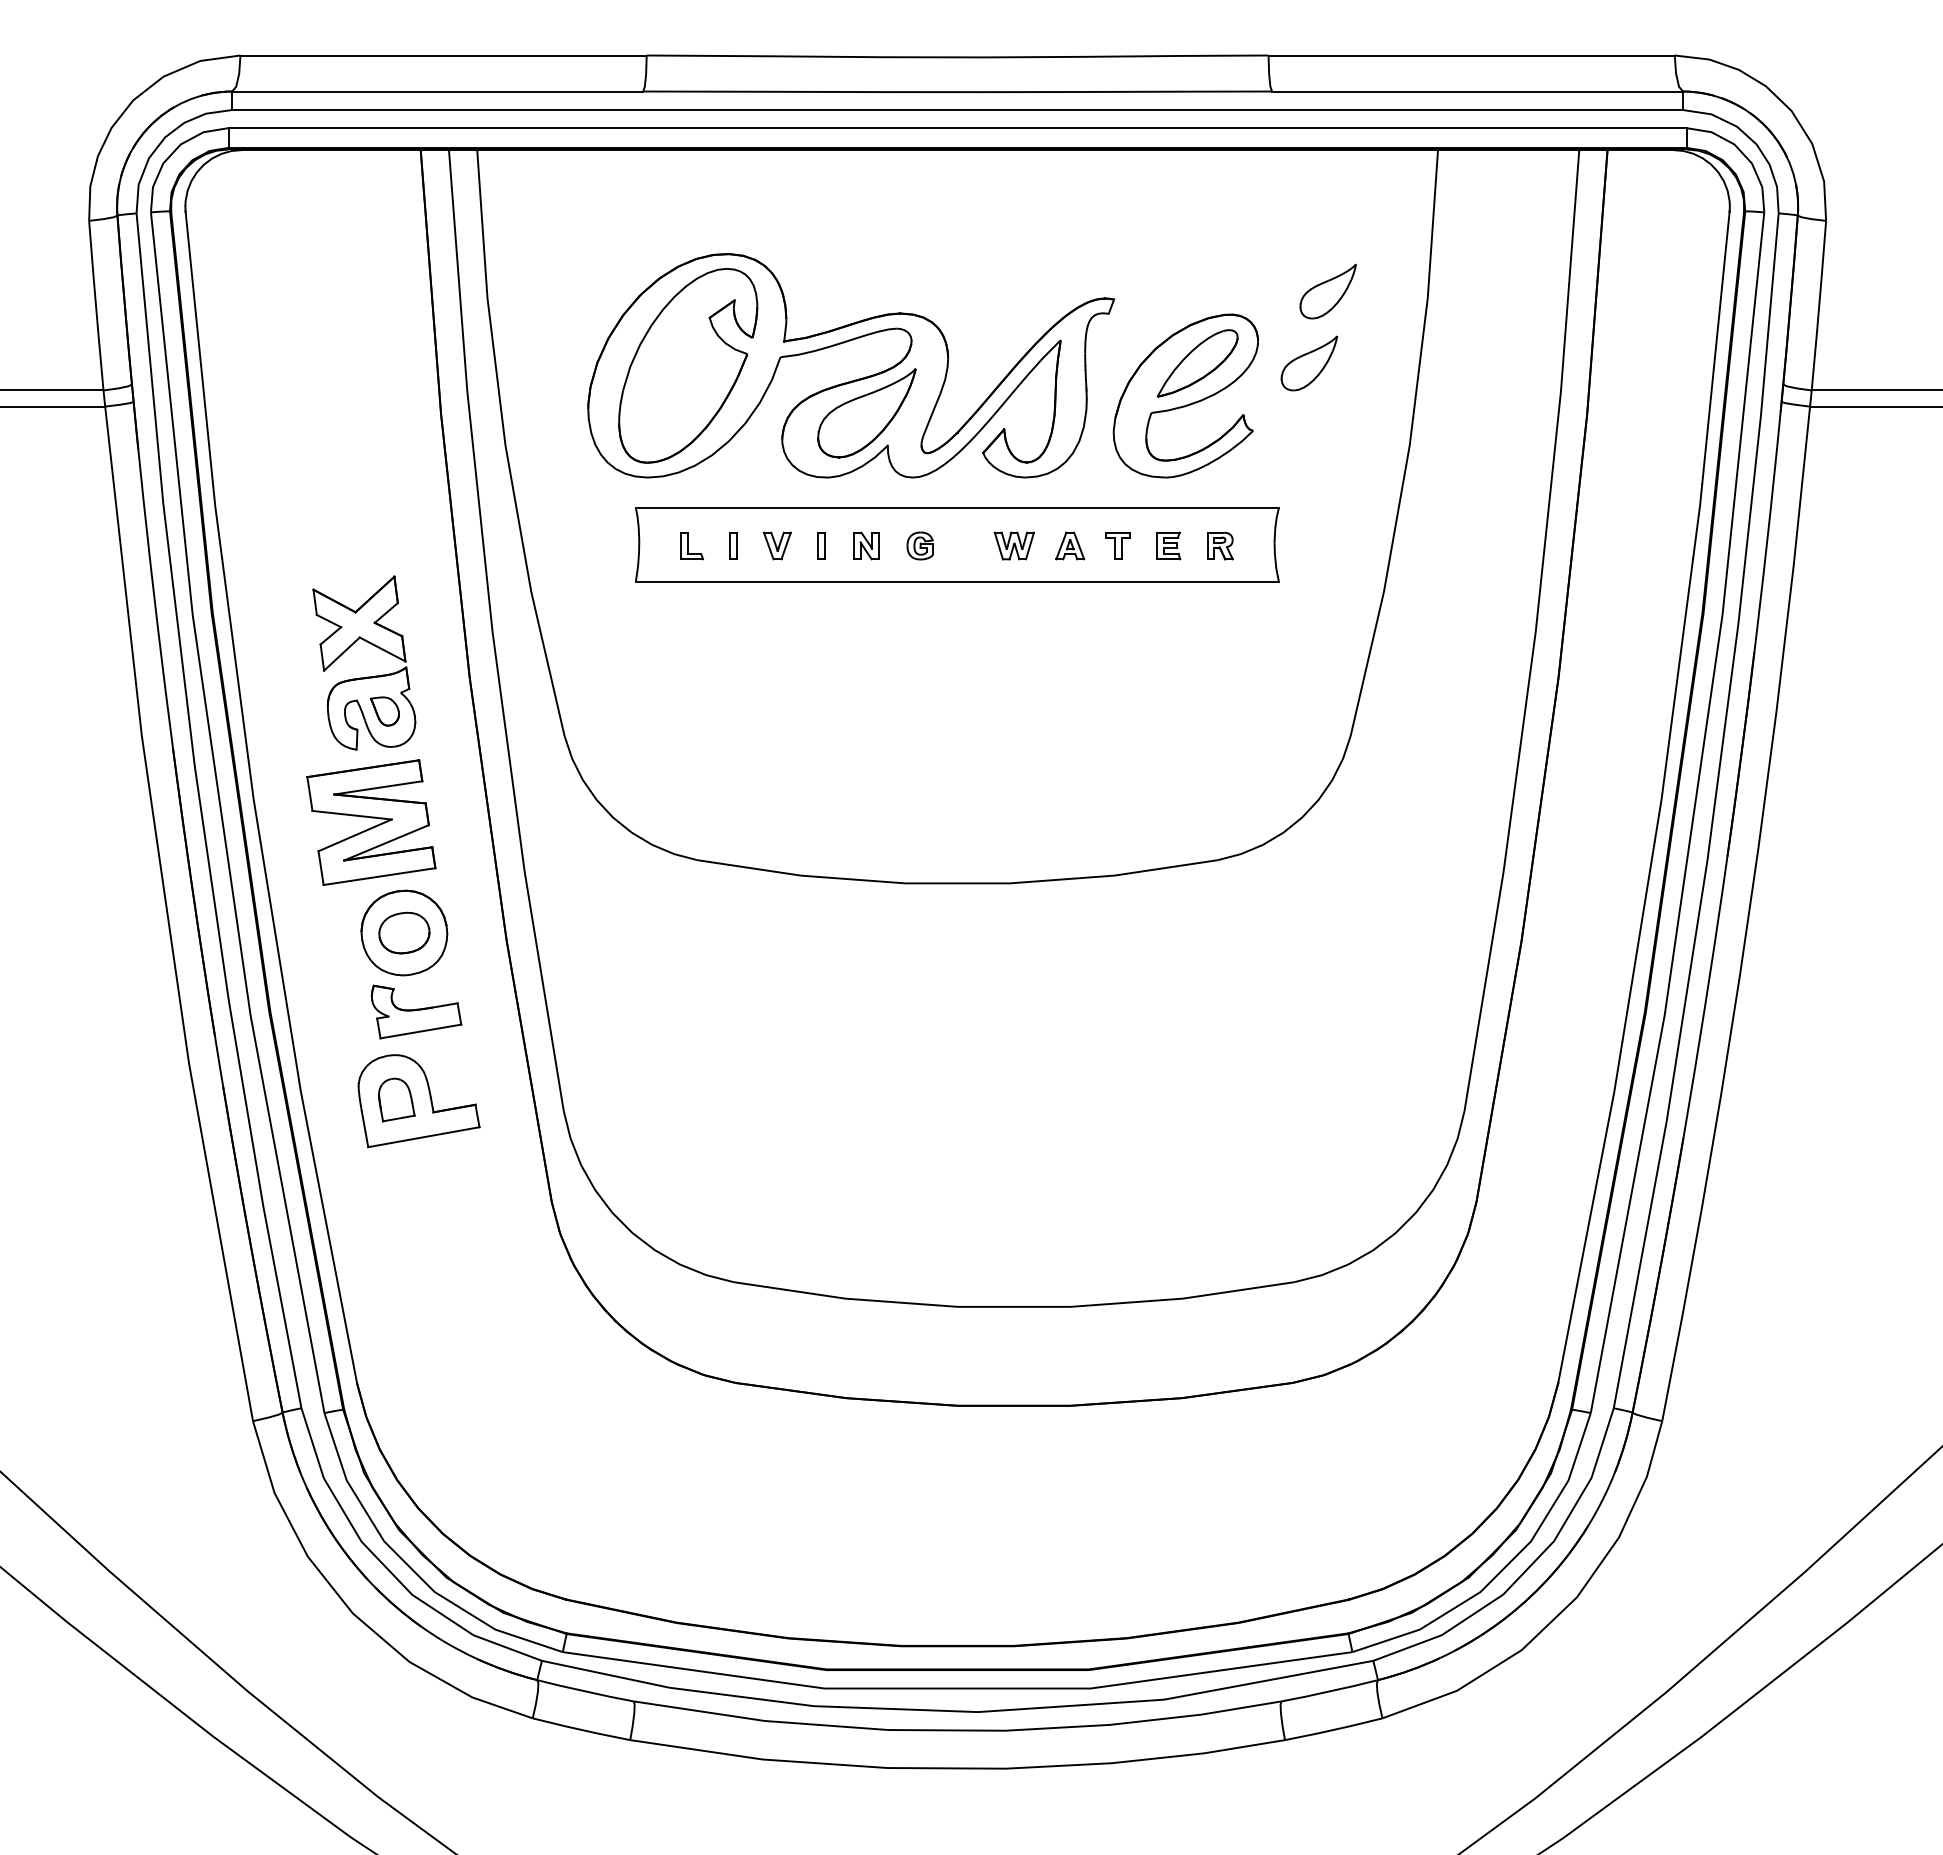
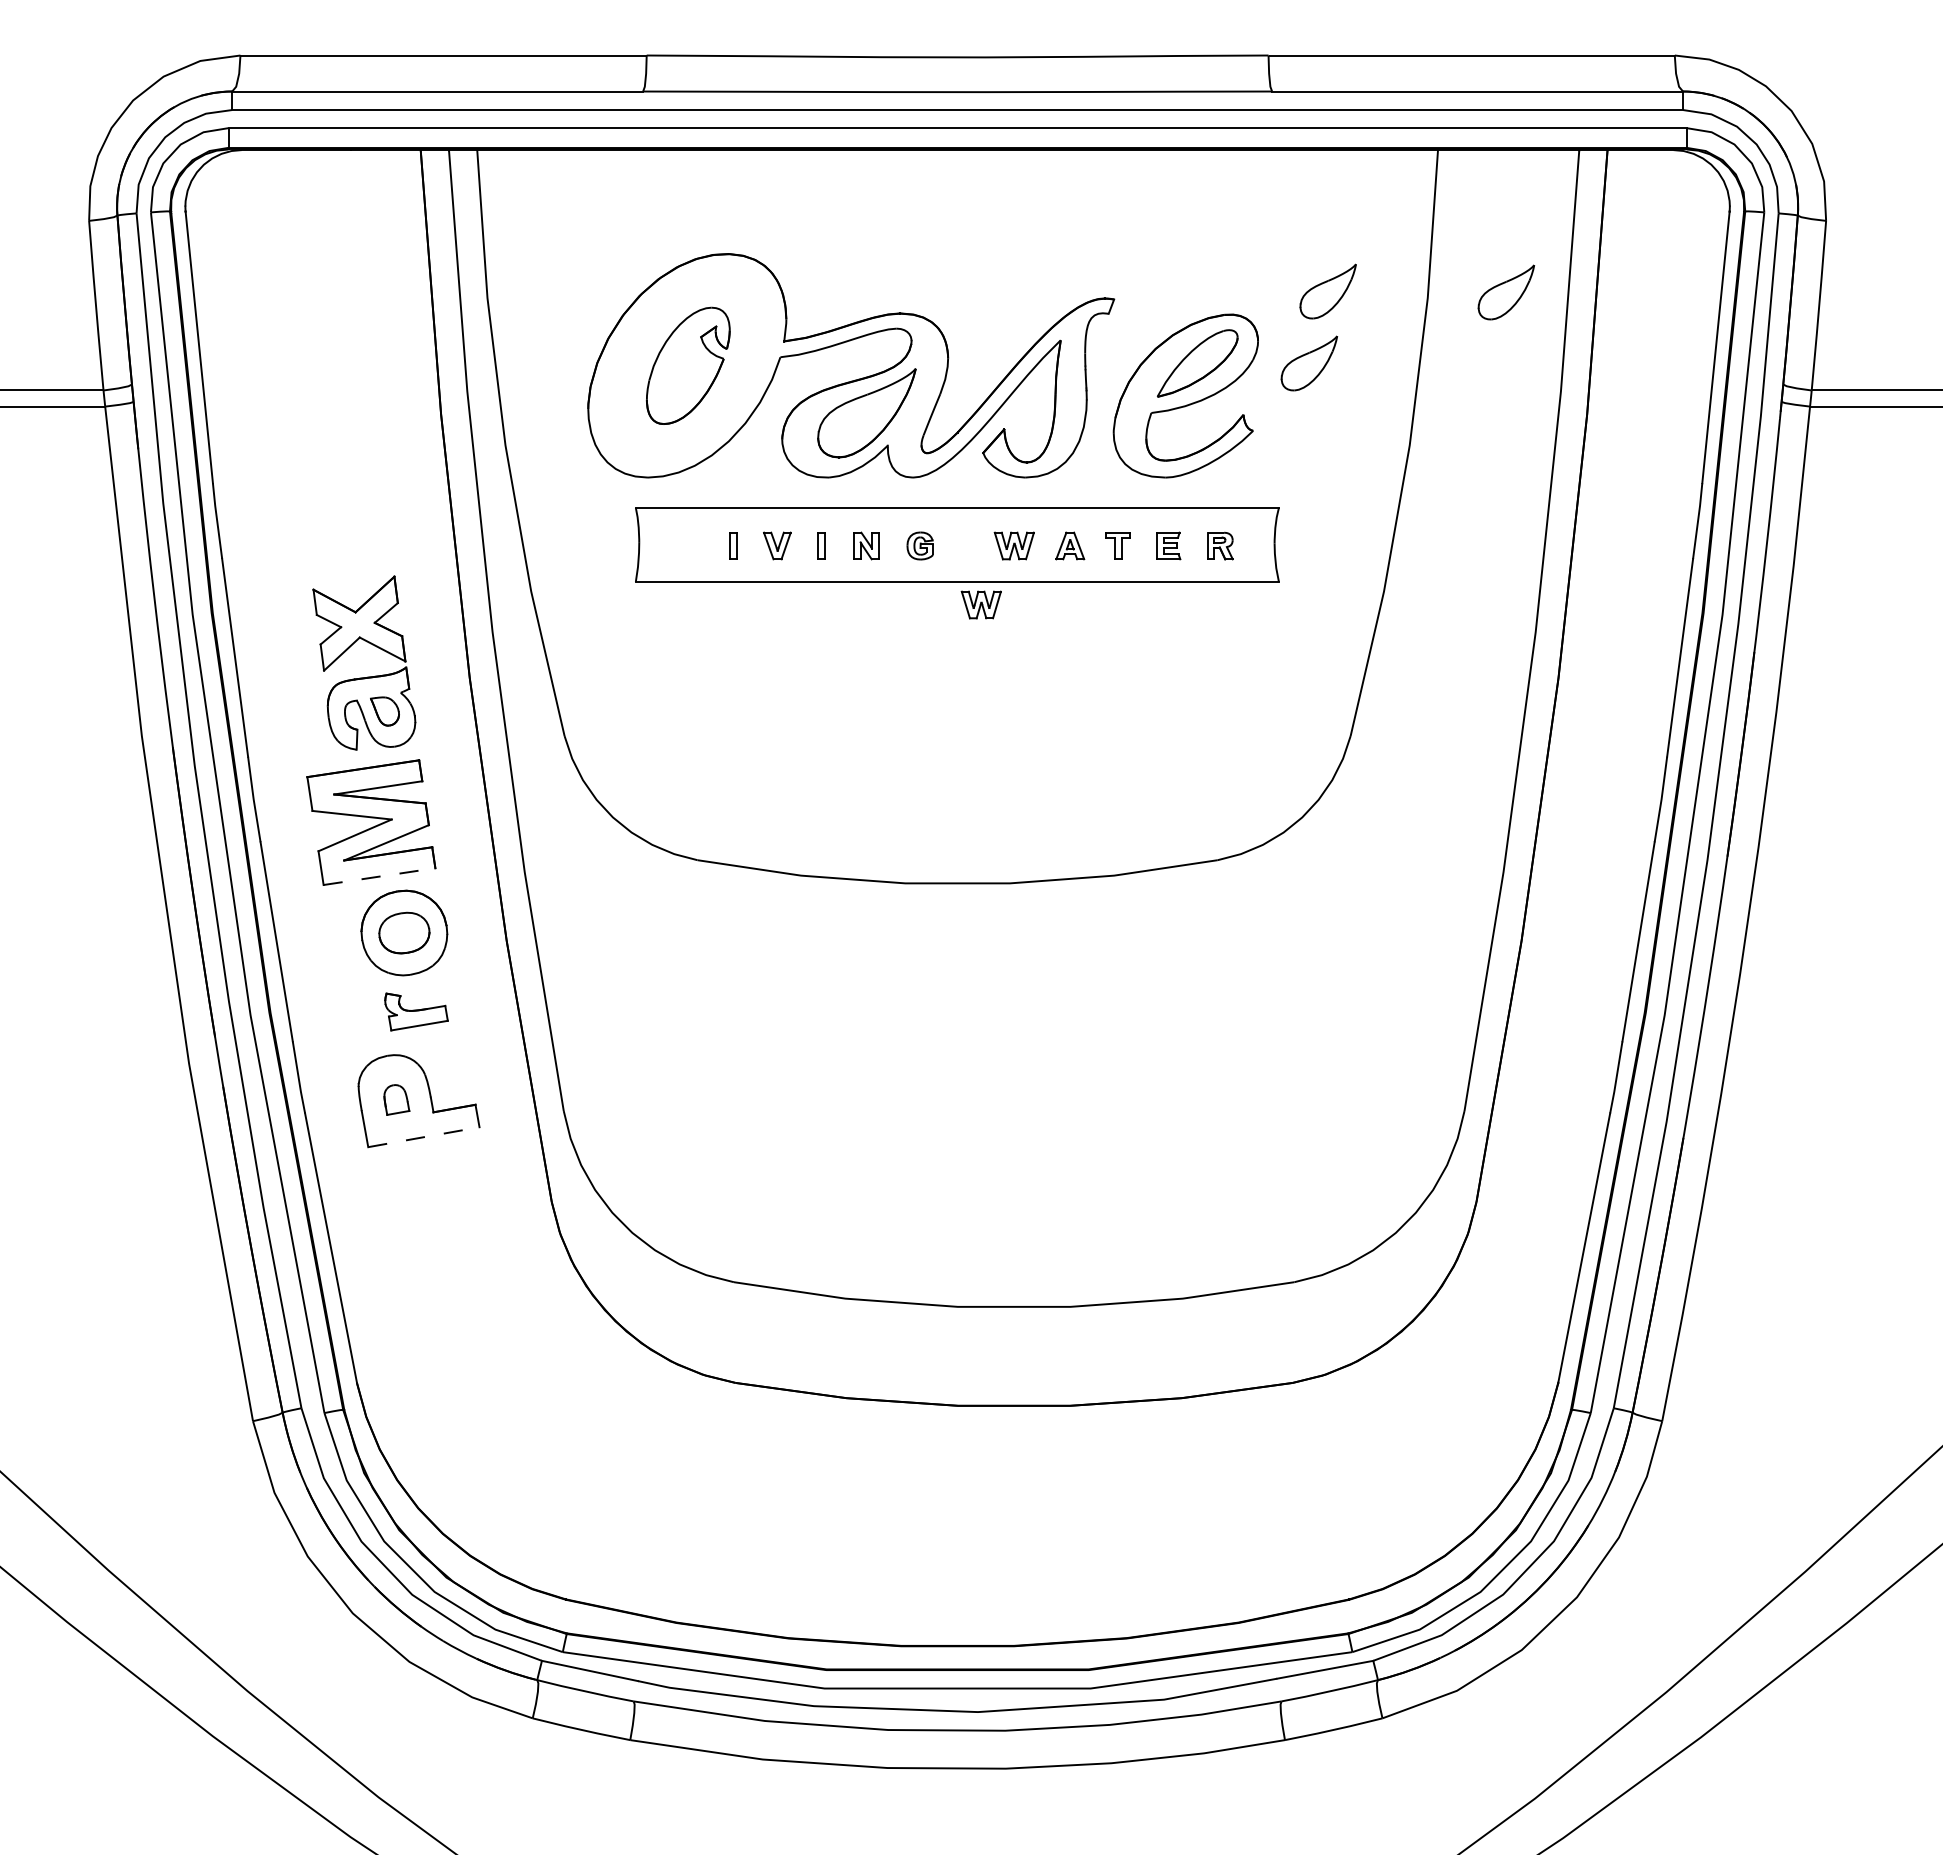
part at (1506, 292): none -> present
part at (688, 365) size: 141x196 px -> 85x119 px
part at (692, 546): present -> none
part at (980, 604): none -> present
line at (379, 876): solid -> dashed
part at (416, 1011) size: 93x56 px -> 65x40 px
part at (396, 1099) size: 38x46 px -> 28x32 px
line at (423, 1137): solid -> dashed
